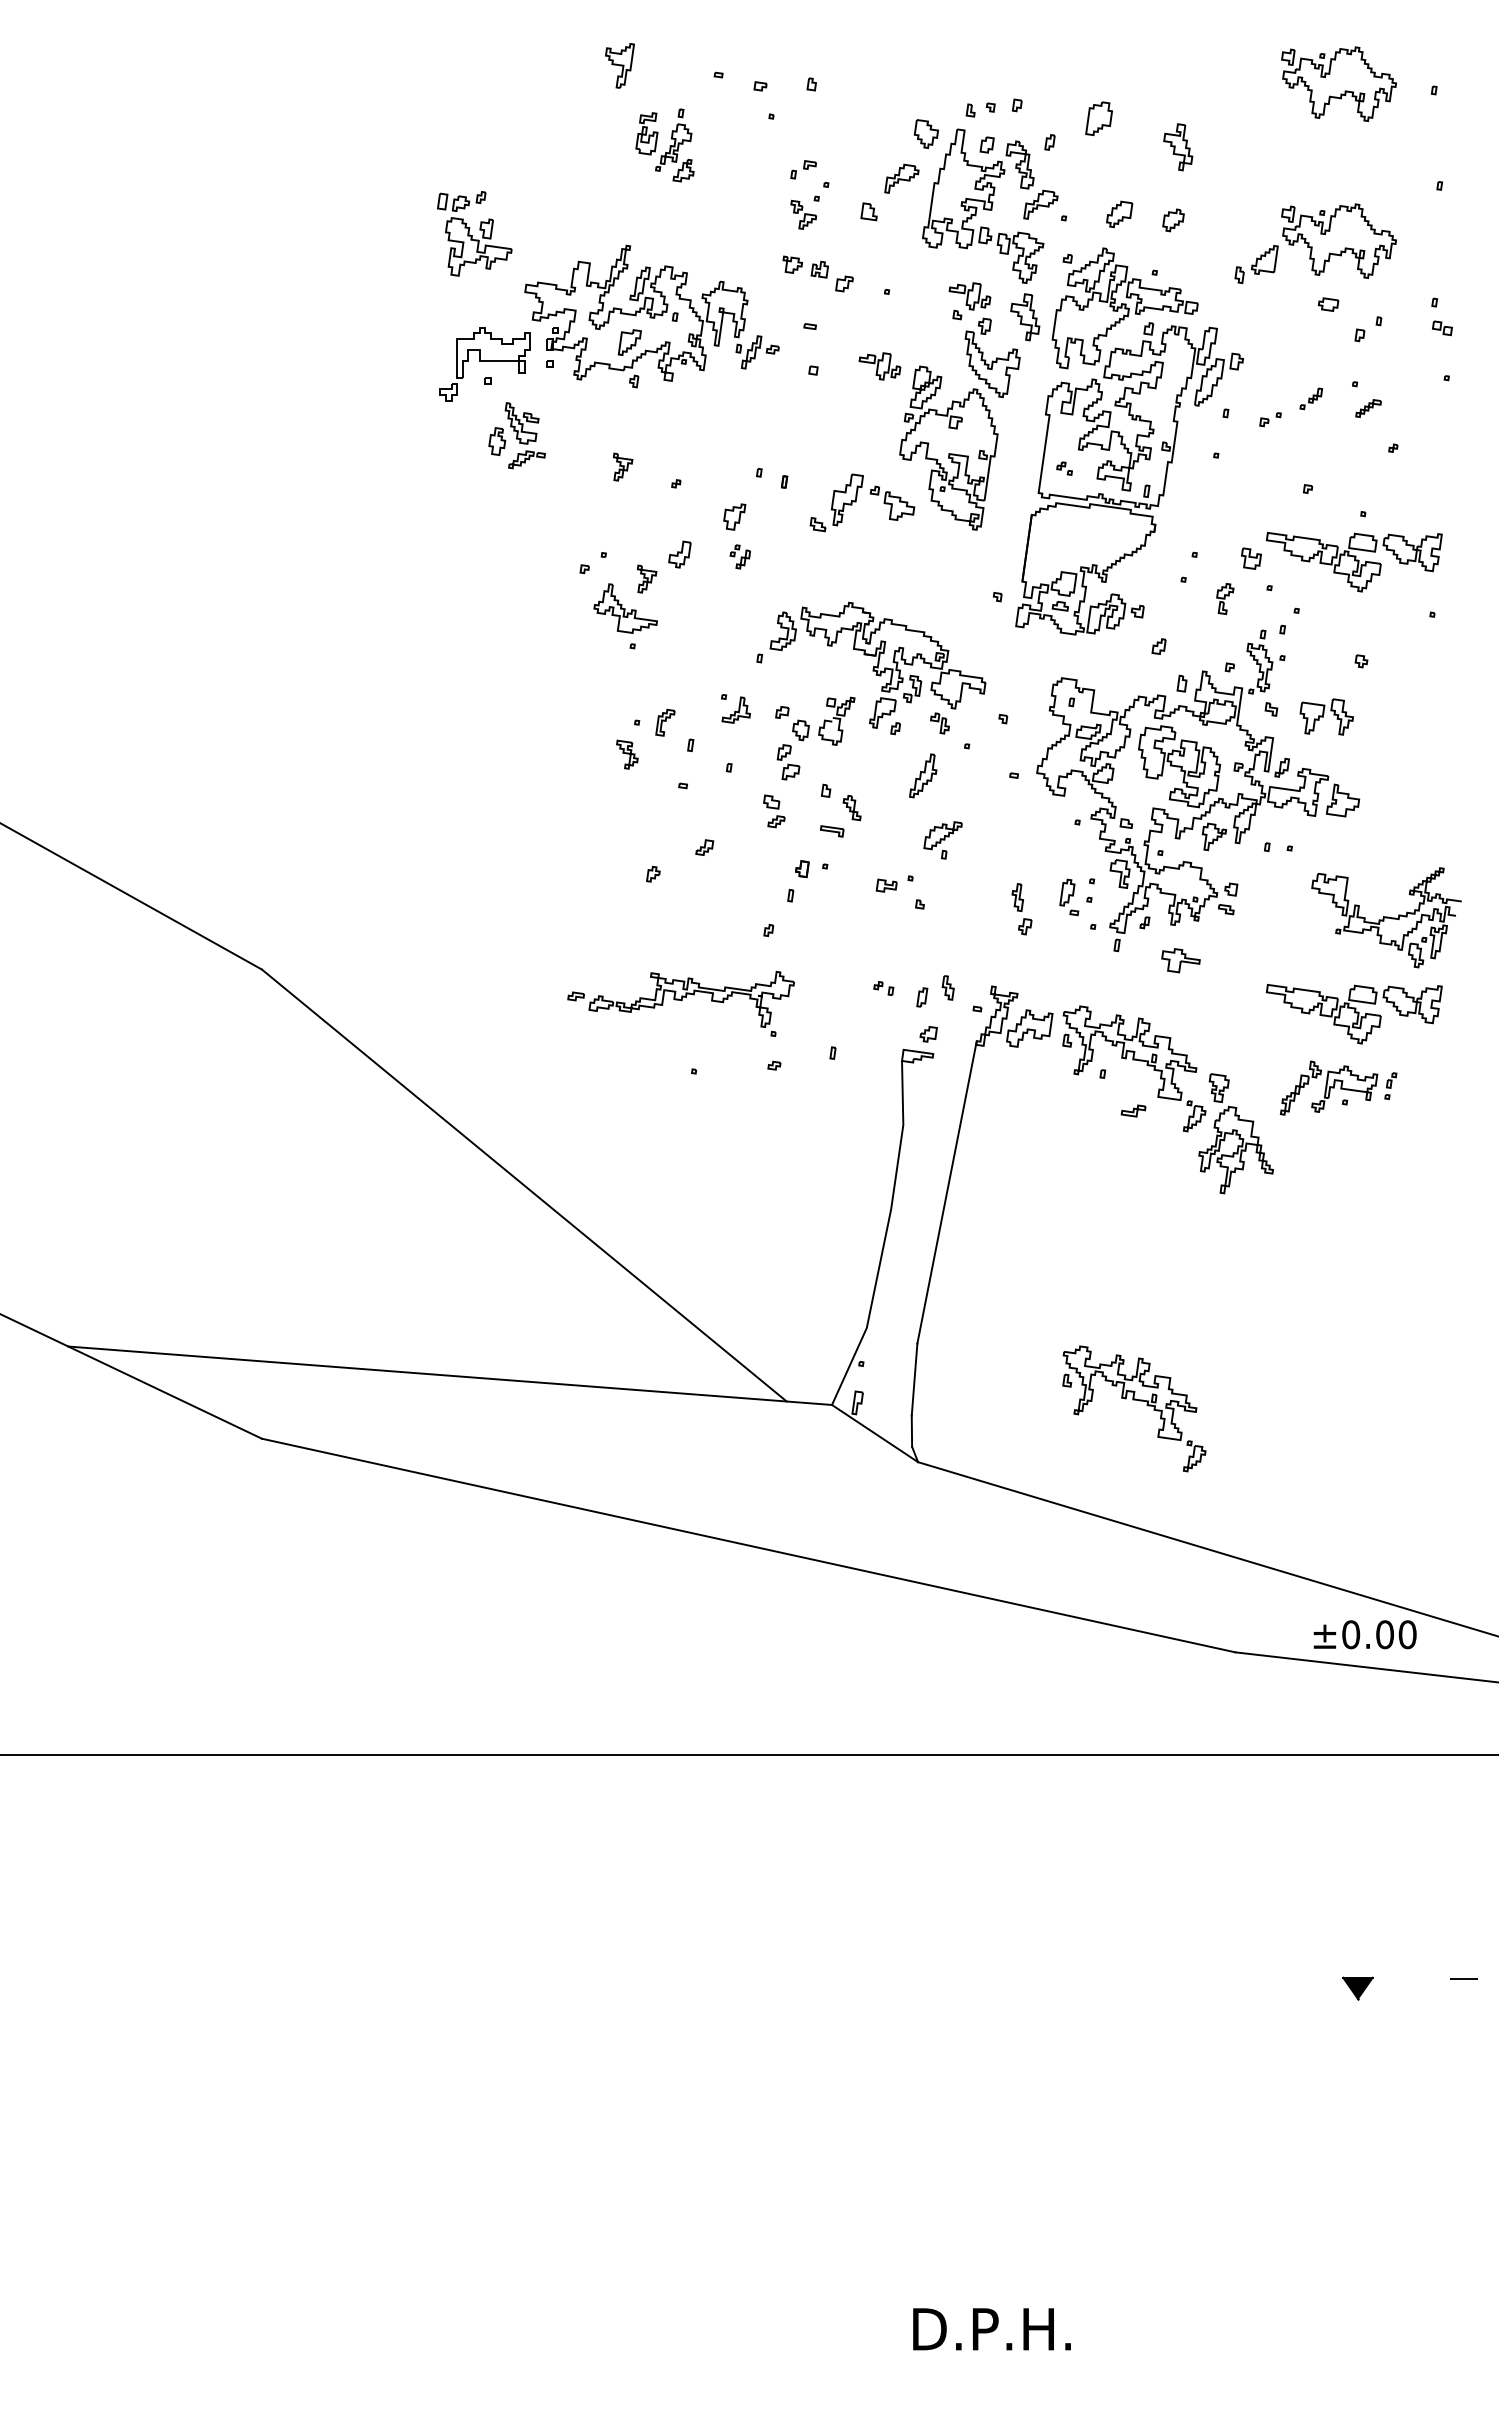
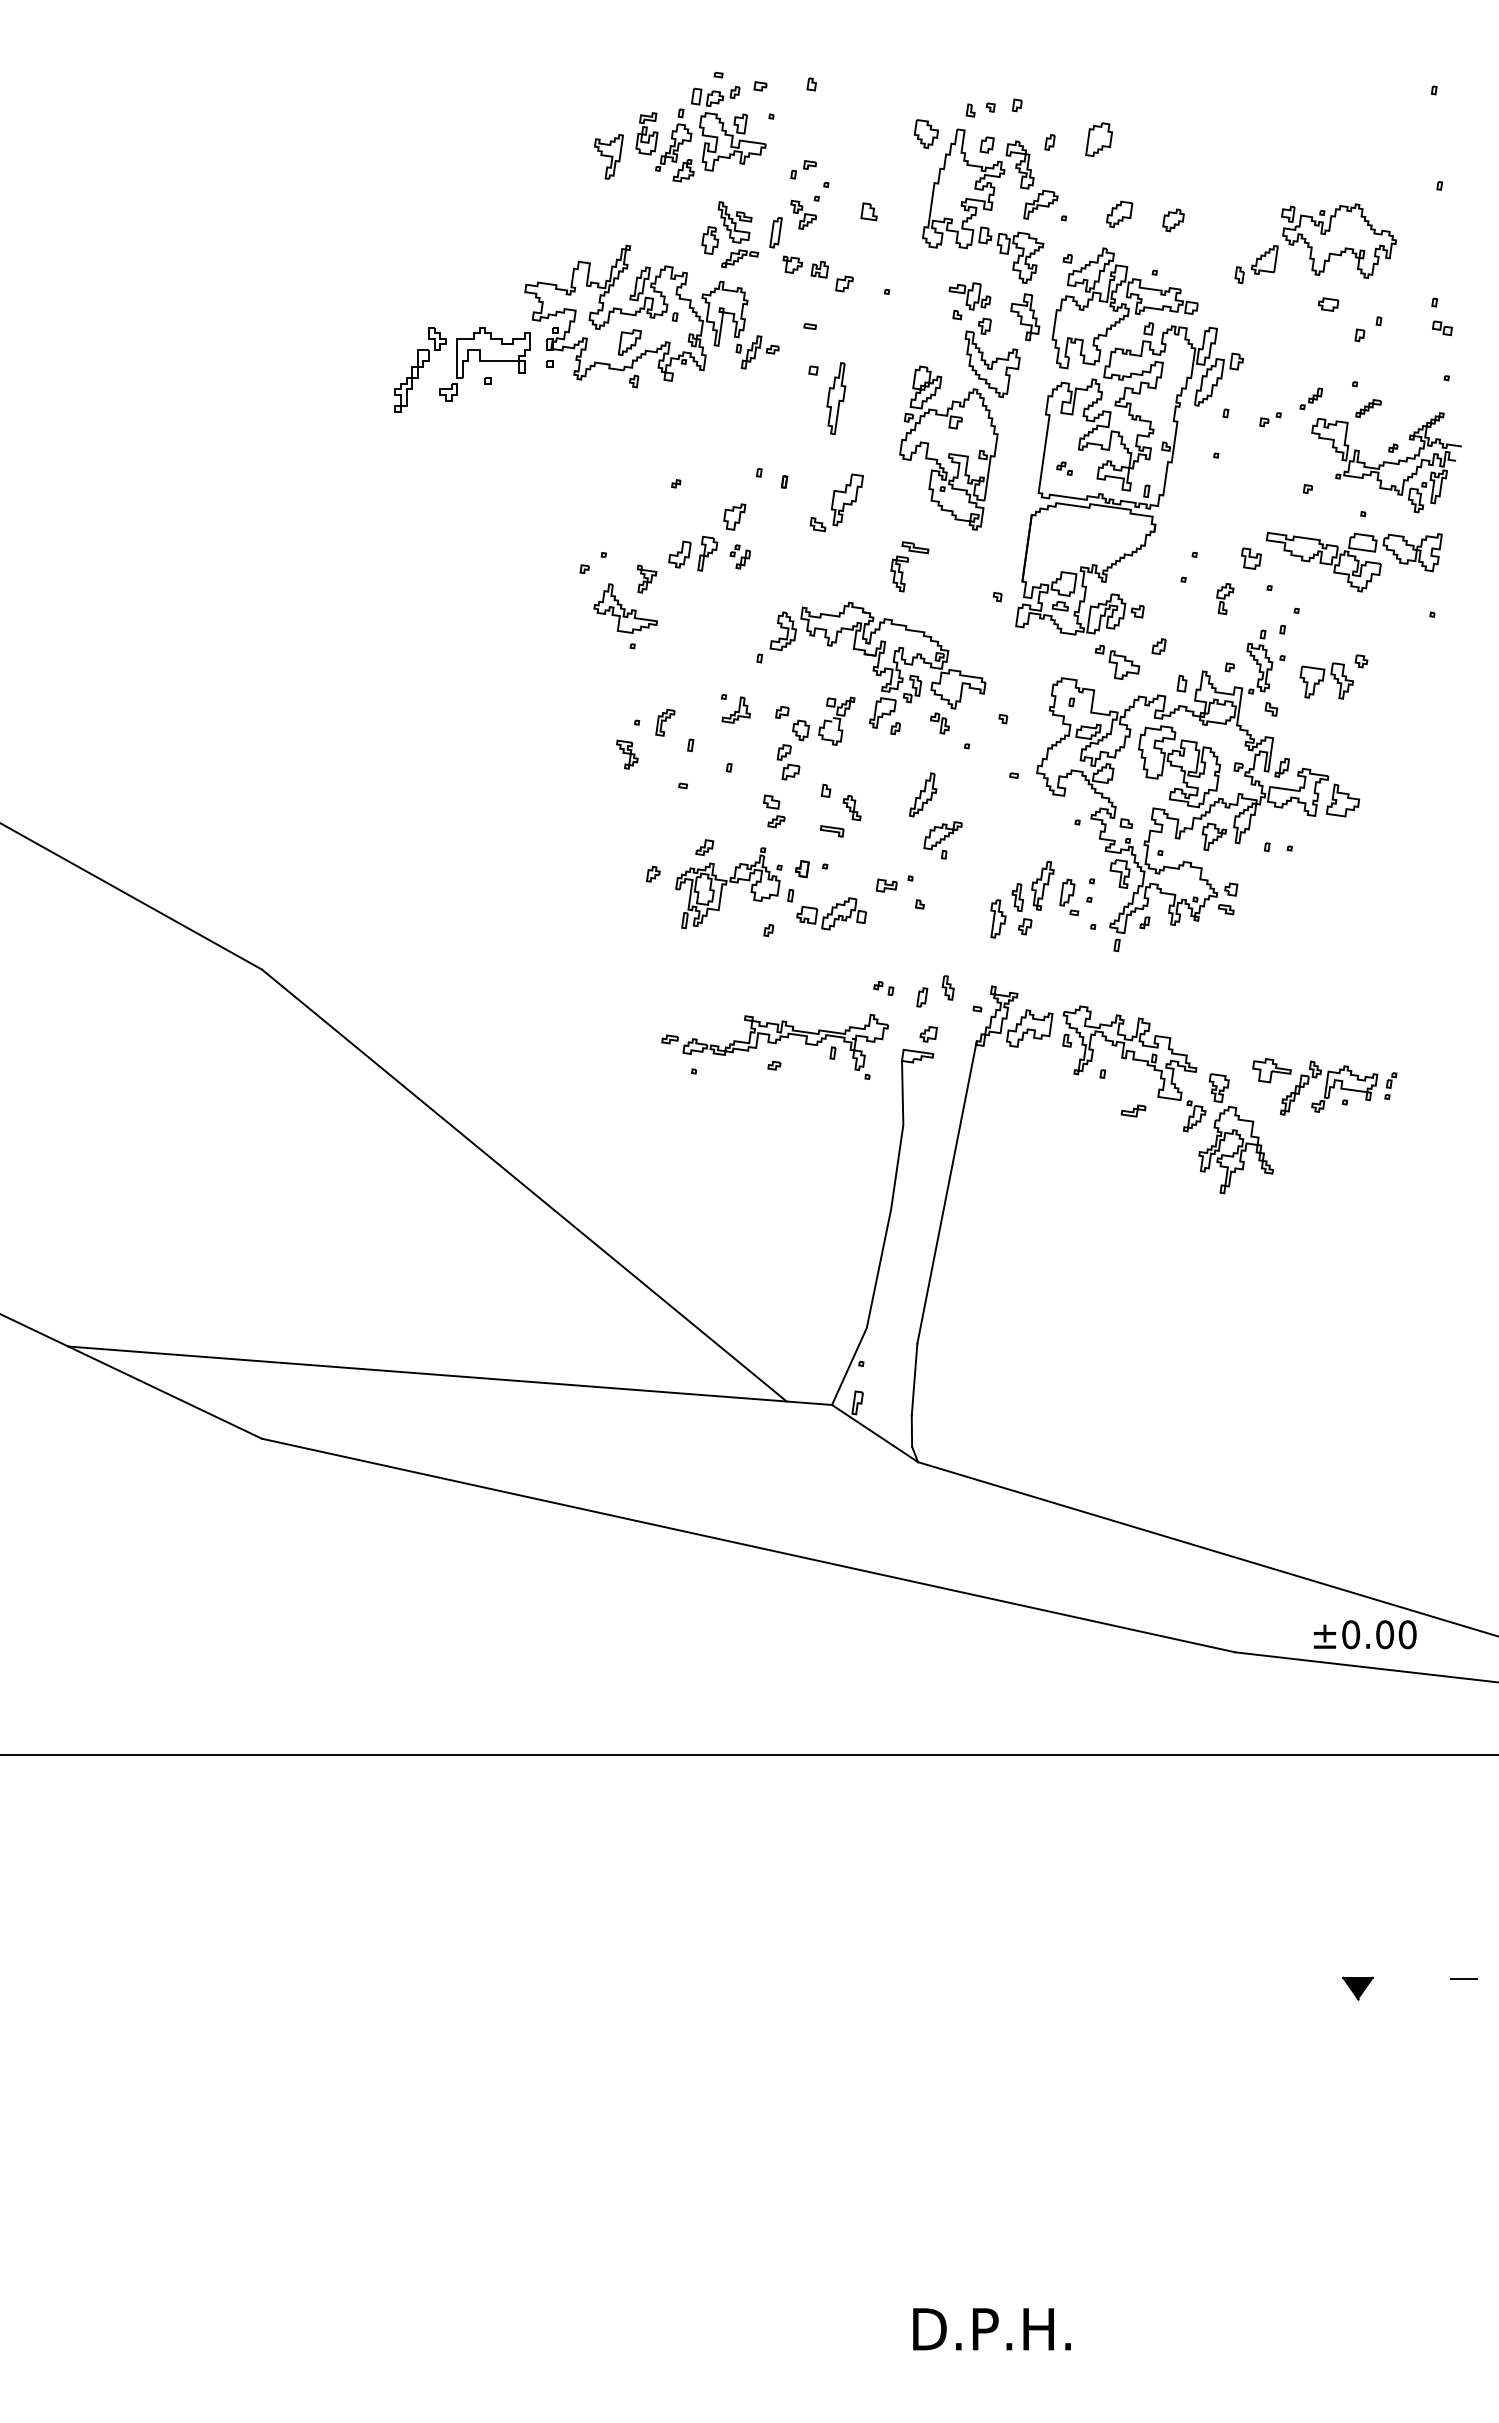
part at (619, 65) position: (619, 65) -> (608, 156)
part at (1338, 83): present -> none
part at (1098, 118) position: (1098, 118) -> (1098, 139)
part at (1178, 147): present -> none
part at (901, 178): present -> none
part at (775, 232): none -> present
part at (474, 233) position: (474, 233) -> (728, 128)
part at (879, 366): present -> none
part at (420, 369): none -> present
part at (836, 398): none -> present
part at (516, 435) position: (516, 435) -> (729, 234)
part at (622, 466): present -> none
part at (892, 502) position: (892, 502) -> (1117, 661)
part at (707, 553): none -> present
part at (909, 566): none -> present
part at (1326, 716) position: (1326, 716) -> (1326, 680)
part at (923, 775) position: (923, 775) -> (923, 794)
part at (1042, 885): none -> present
part at (728, 888): none -> present
part at (831, 913): none -> present
part at (1386, 917) position: (1386, 917) -> (1386, 462)
part at (998, 918): none -> present
part at (1180, 960) position: (1180, 960) -> (1271, 1070)
part at (680, 1003) position: (680, 1003) -> (774, 1046)
part at (1353, 1014): present -> none
part at (1134, 1400): present -> none
